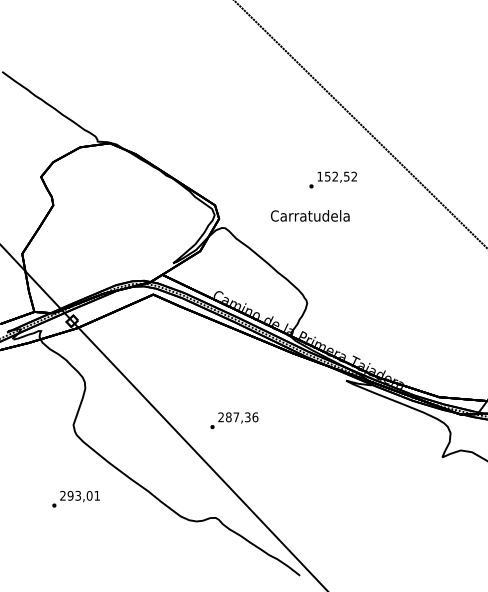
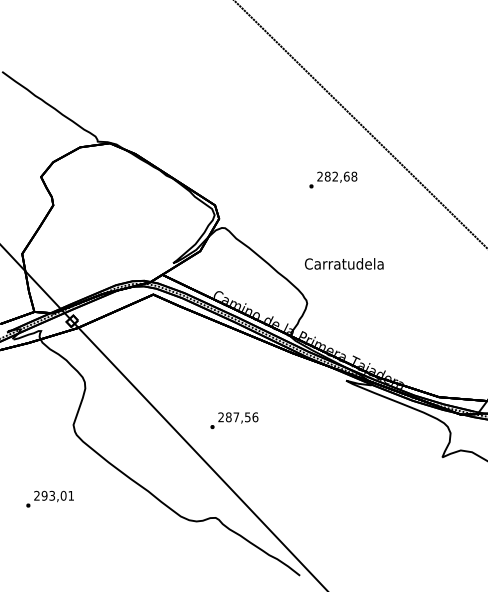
text at (337, 176): 152,52 -> 282,68
text at (310, 215) position: (310, 215) -> (344, 263)
text at (247, 416): 287,36 -> 287,56
text at (75, 498) position: (75, 498) -> (49, 498)
